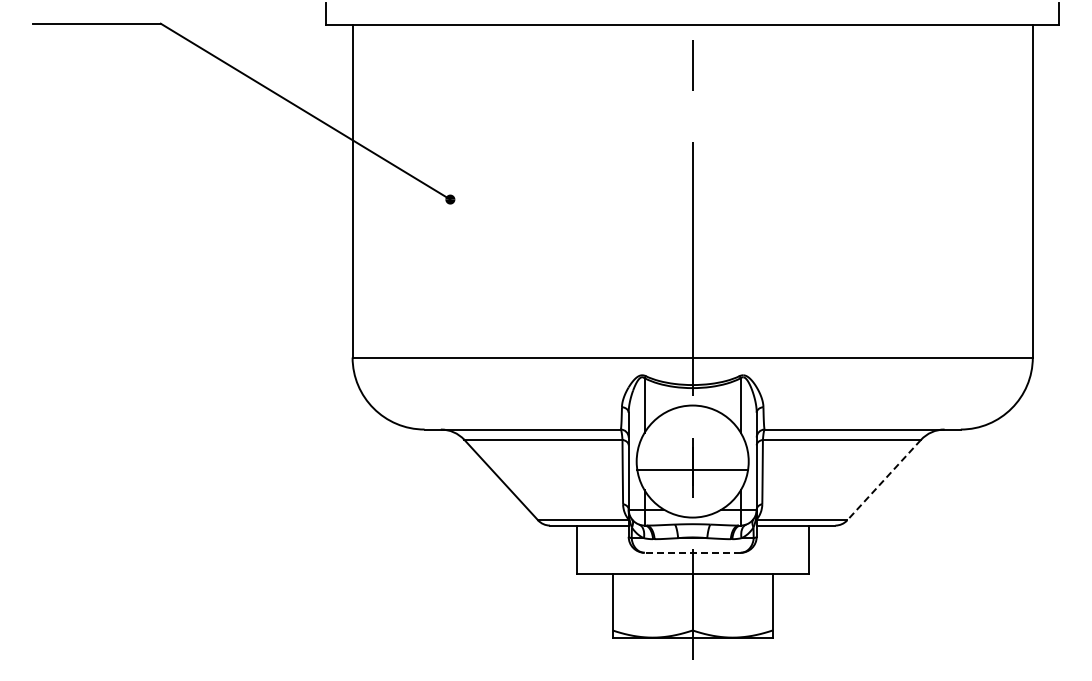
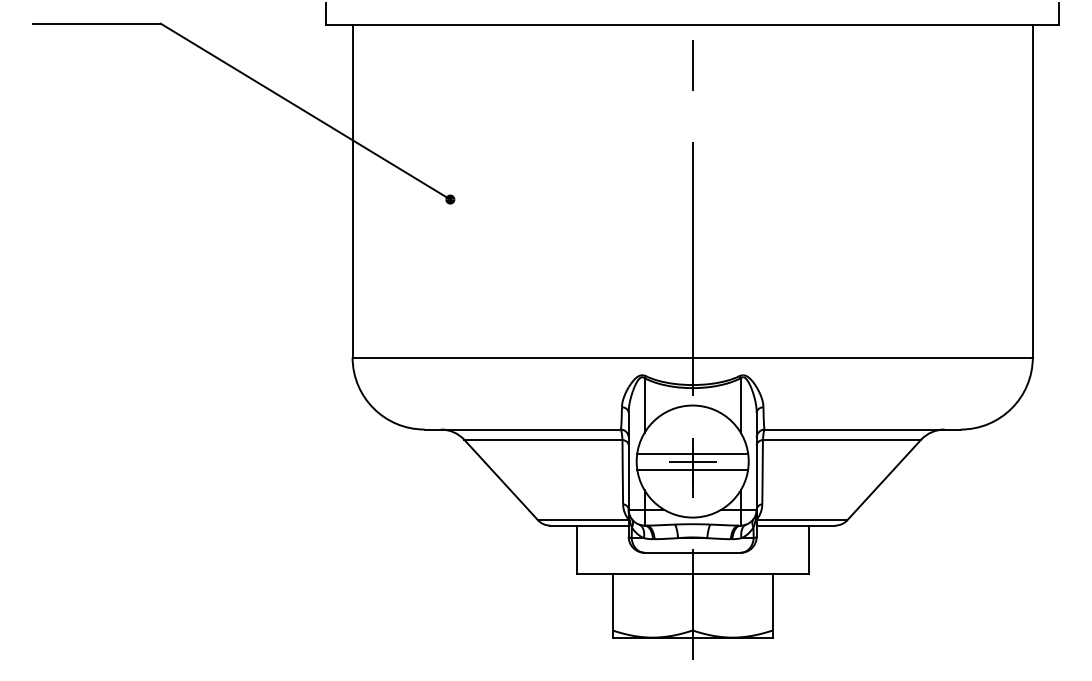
line at (692, 453): none -> present
line at (692, 461): none -> present
line at (884, 480): dashed -> solid
line at (692, 552): dashed -> solid
